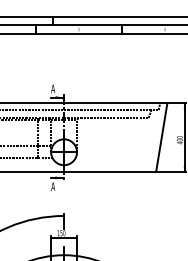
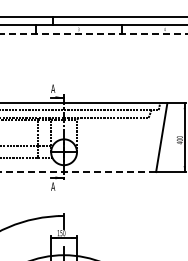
line at (93, 34): solid -> dashed
line at (78, 172): solid -> dashed
